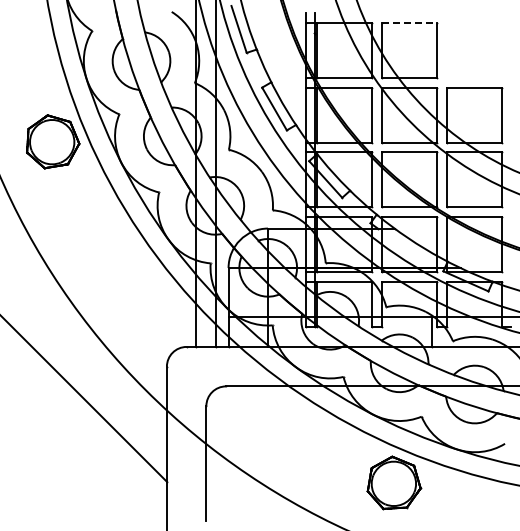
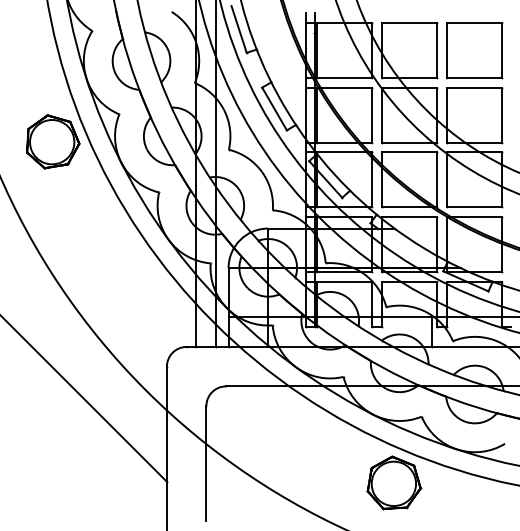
line at (409, 22): dashed -> solid
part at (474, 50): none -> present
